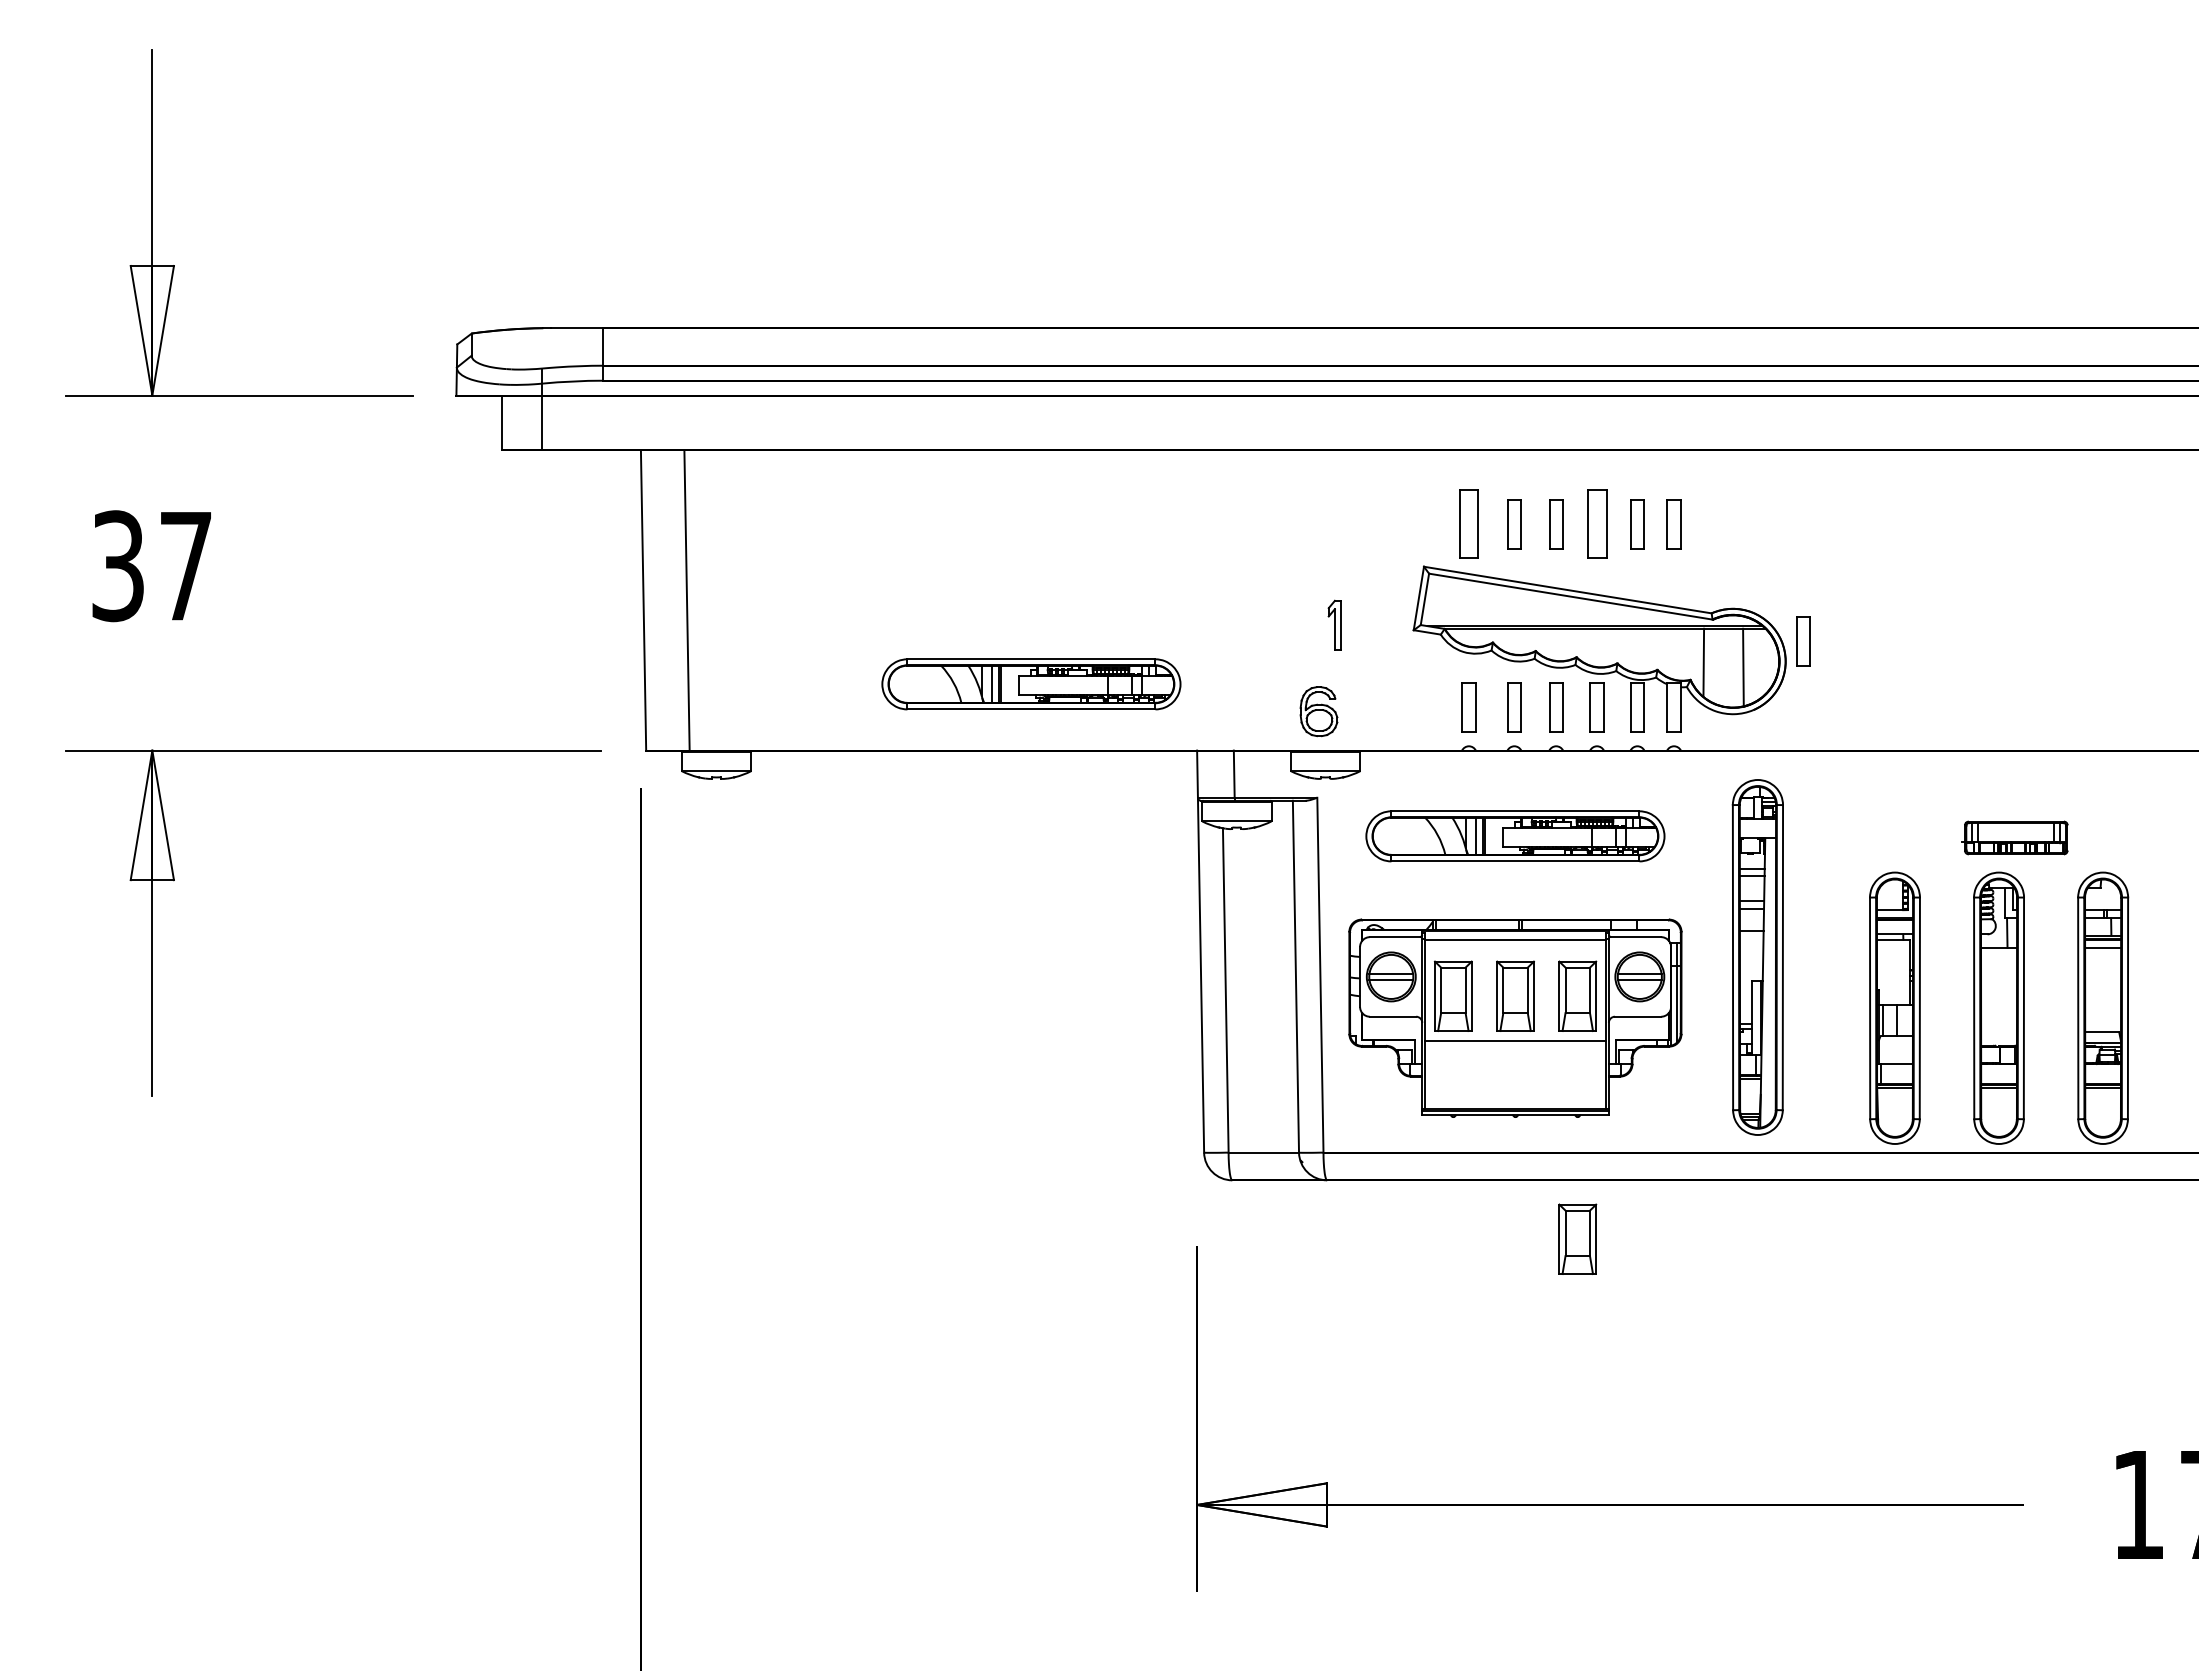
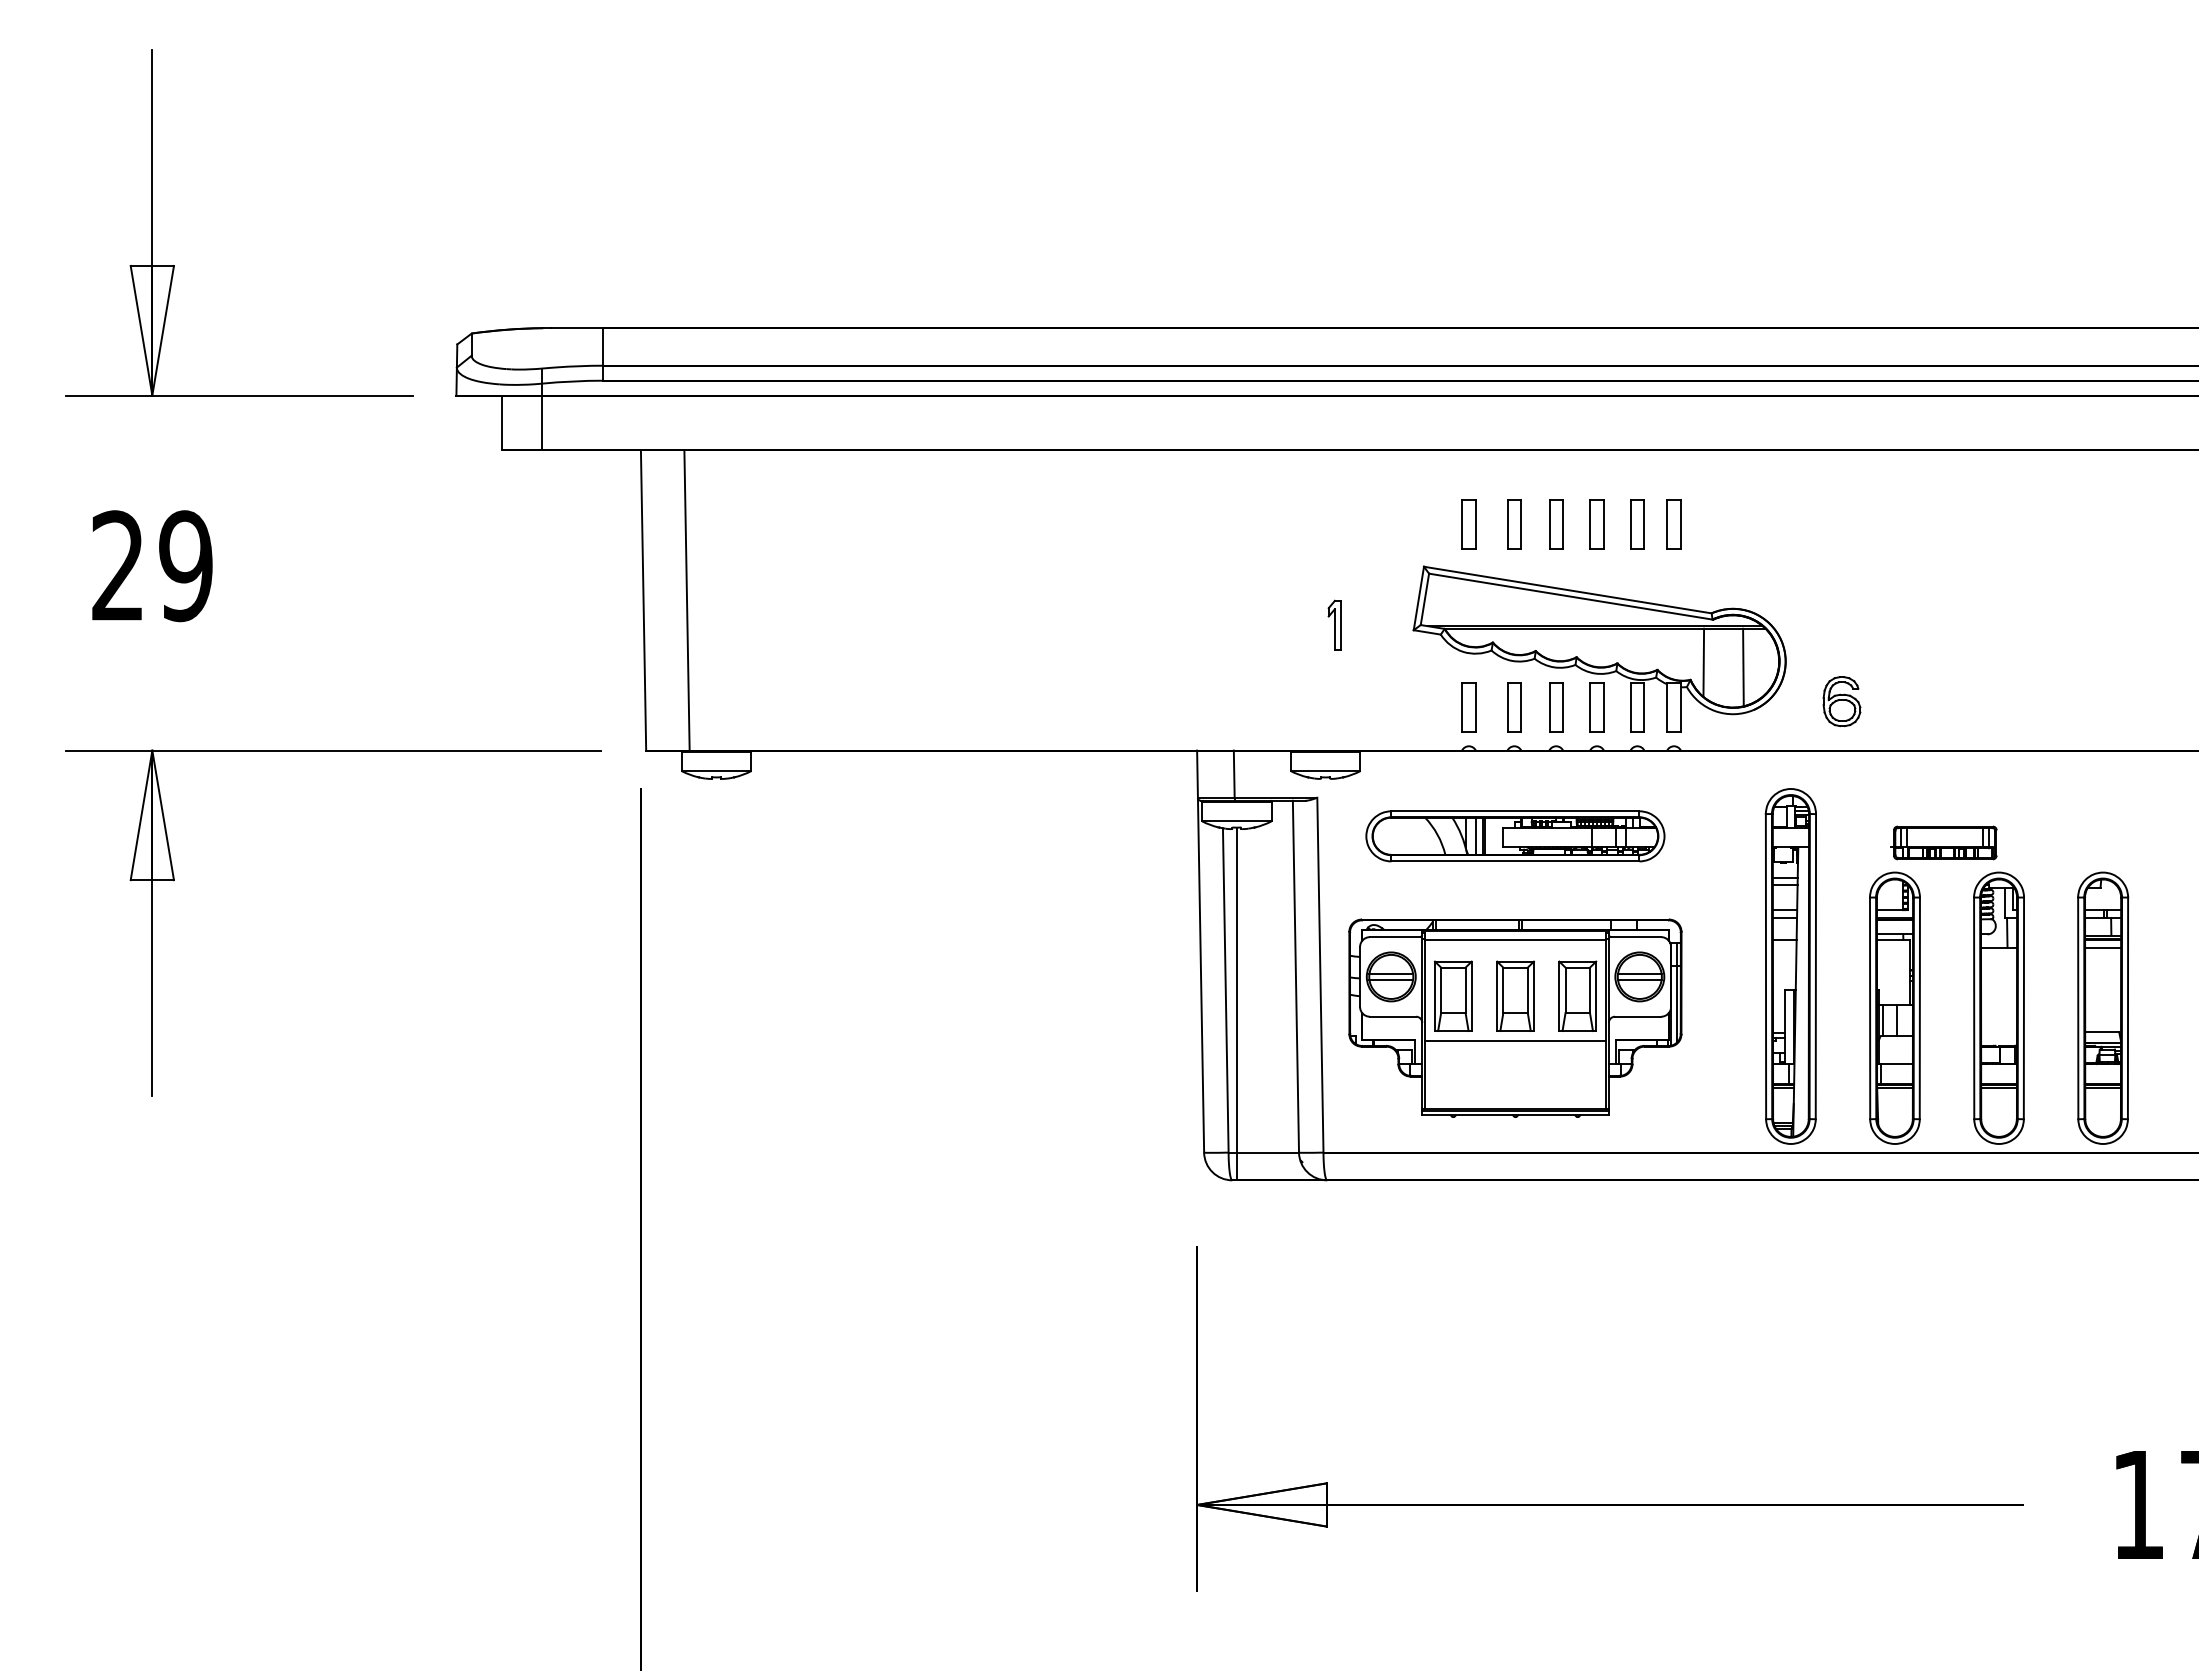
part at (1468, 523) size: 20x70 px -> 16x51 px
part at (1597, 523) size: 21x70 px -> 16x51 px
text at (152, 566): 37 -> 29
part at (1803, 641): present -> none
part at (1031, 684): present -> none
part at (1318, 711) position: (1318, 711) -> (1841, 701)
part at (2014, 837) position: (2014, 837) -> (1943, 842)
part at (1757, 957) position: (1757, 957) -> (1790, 966)
line at (1236, 1003): none -> present
part at (1577, 1238): present -> none
